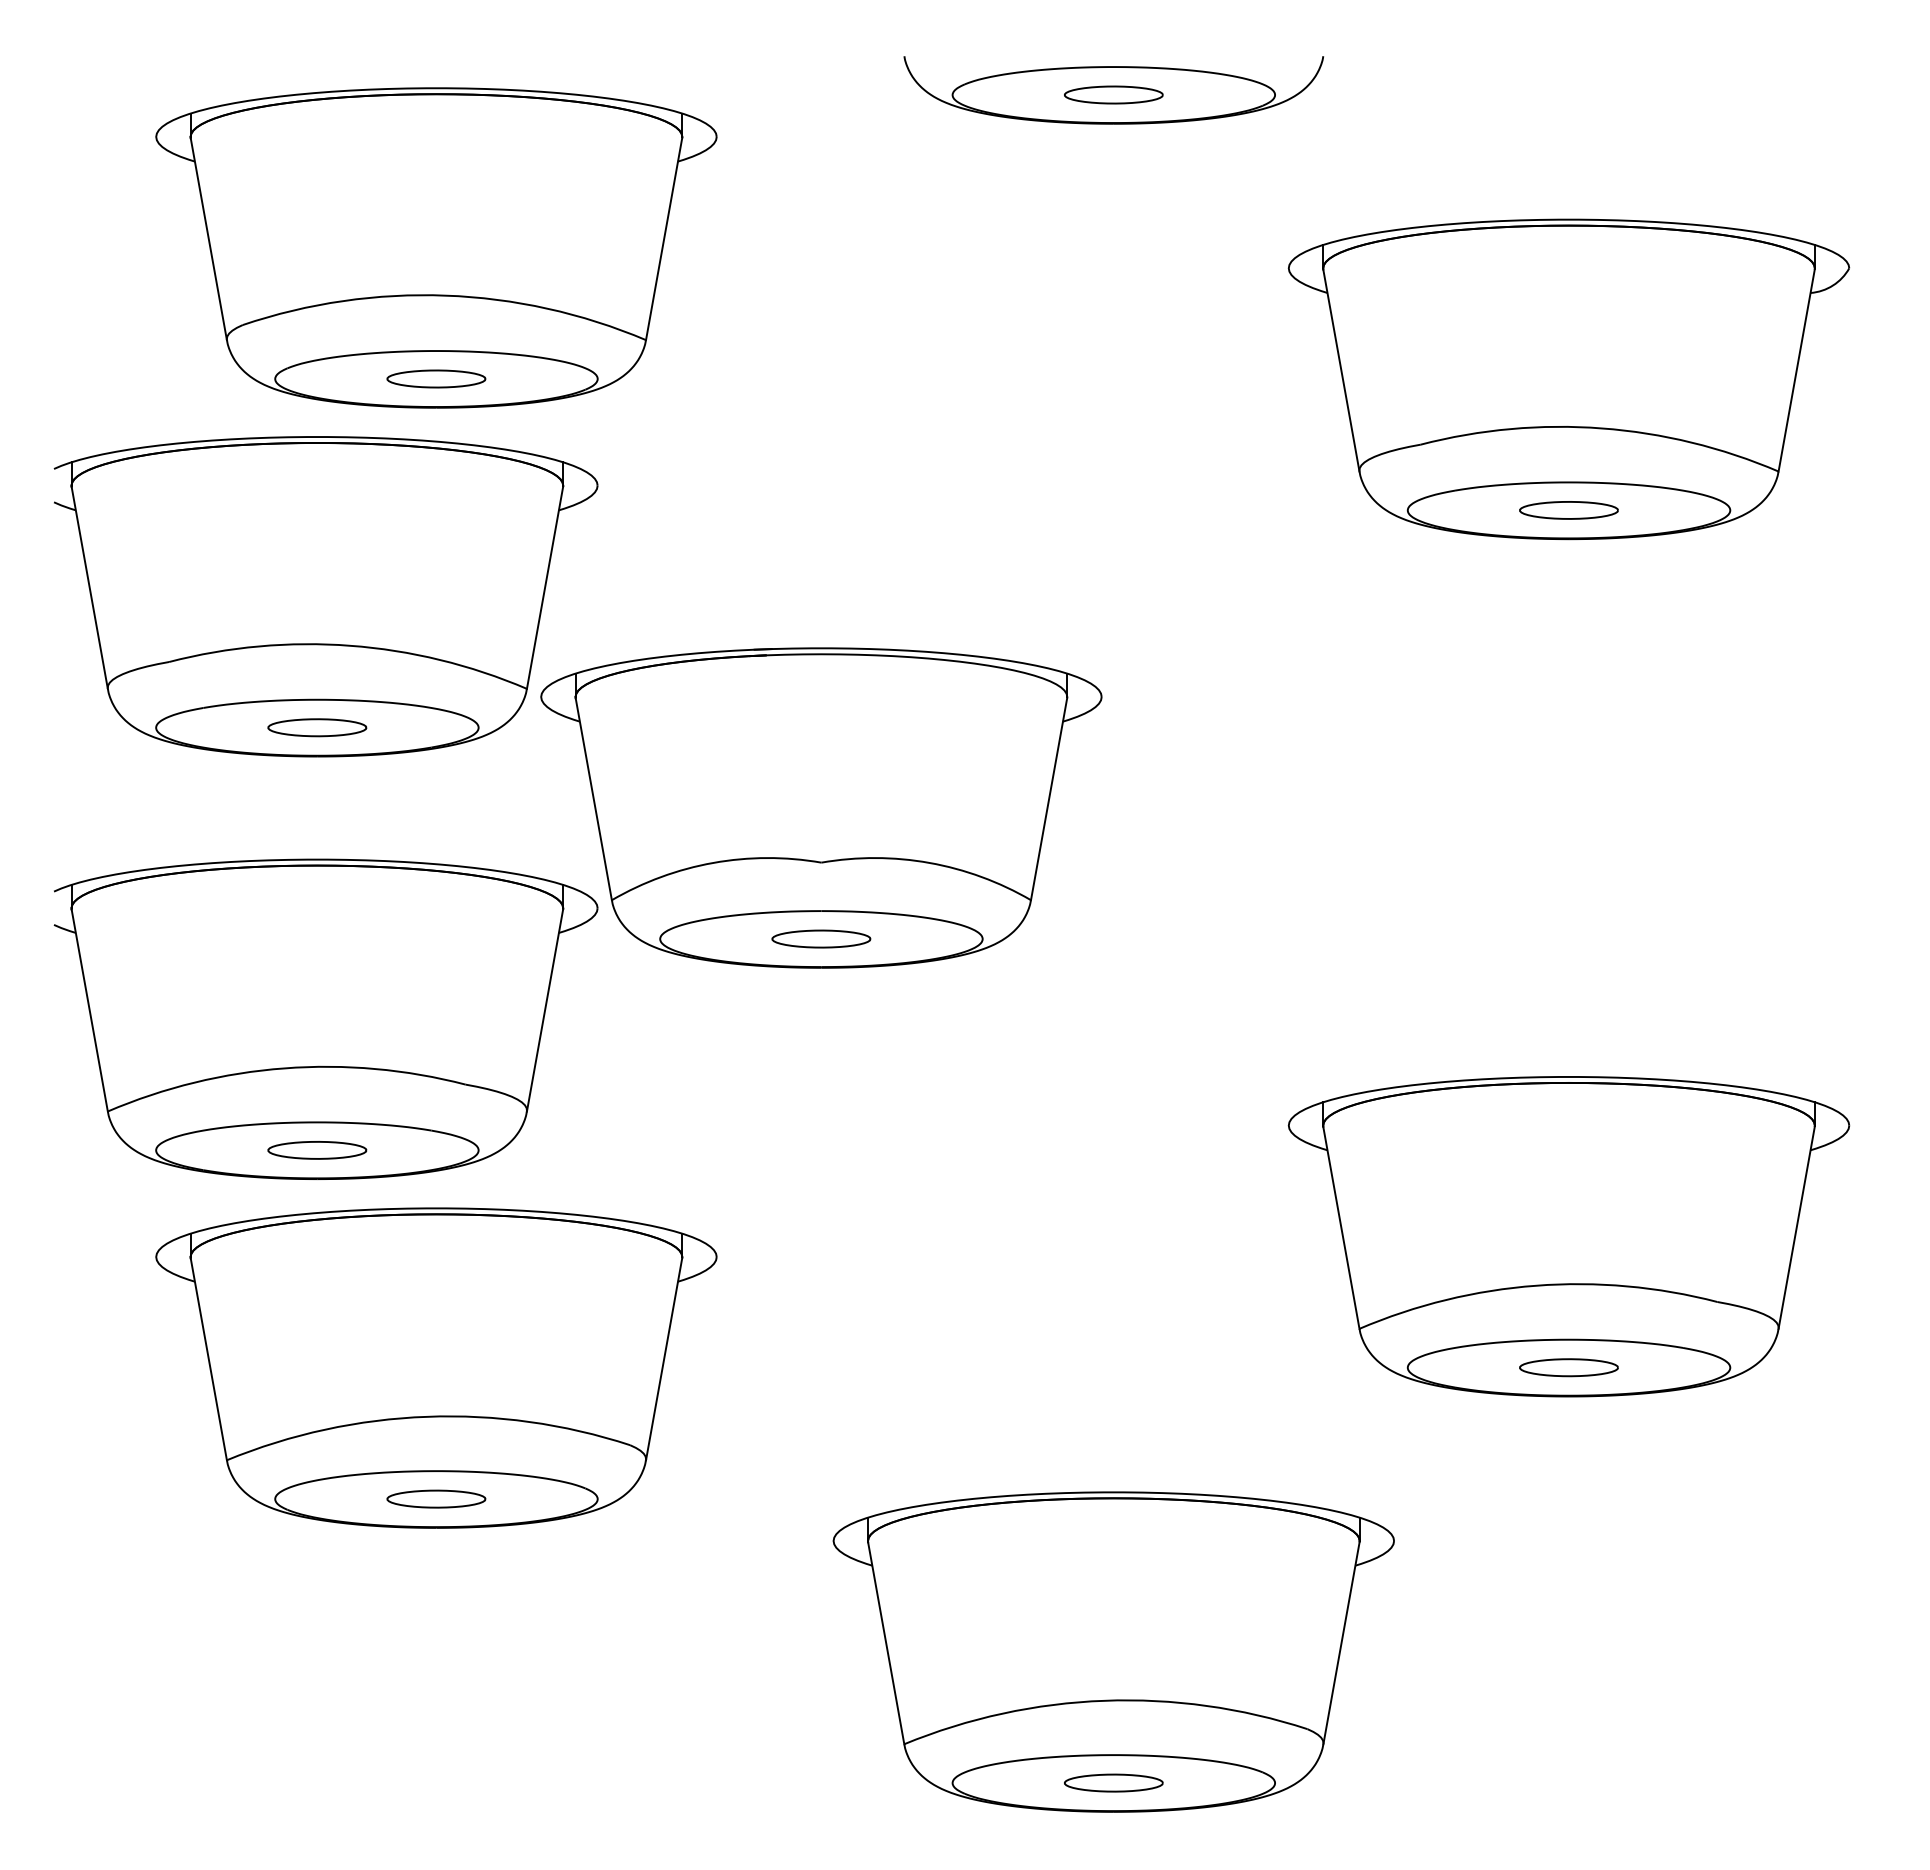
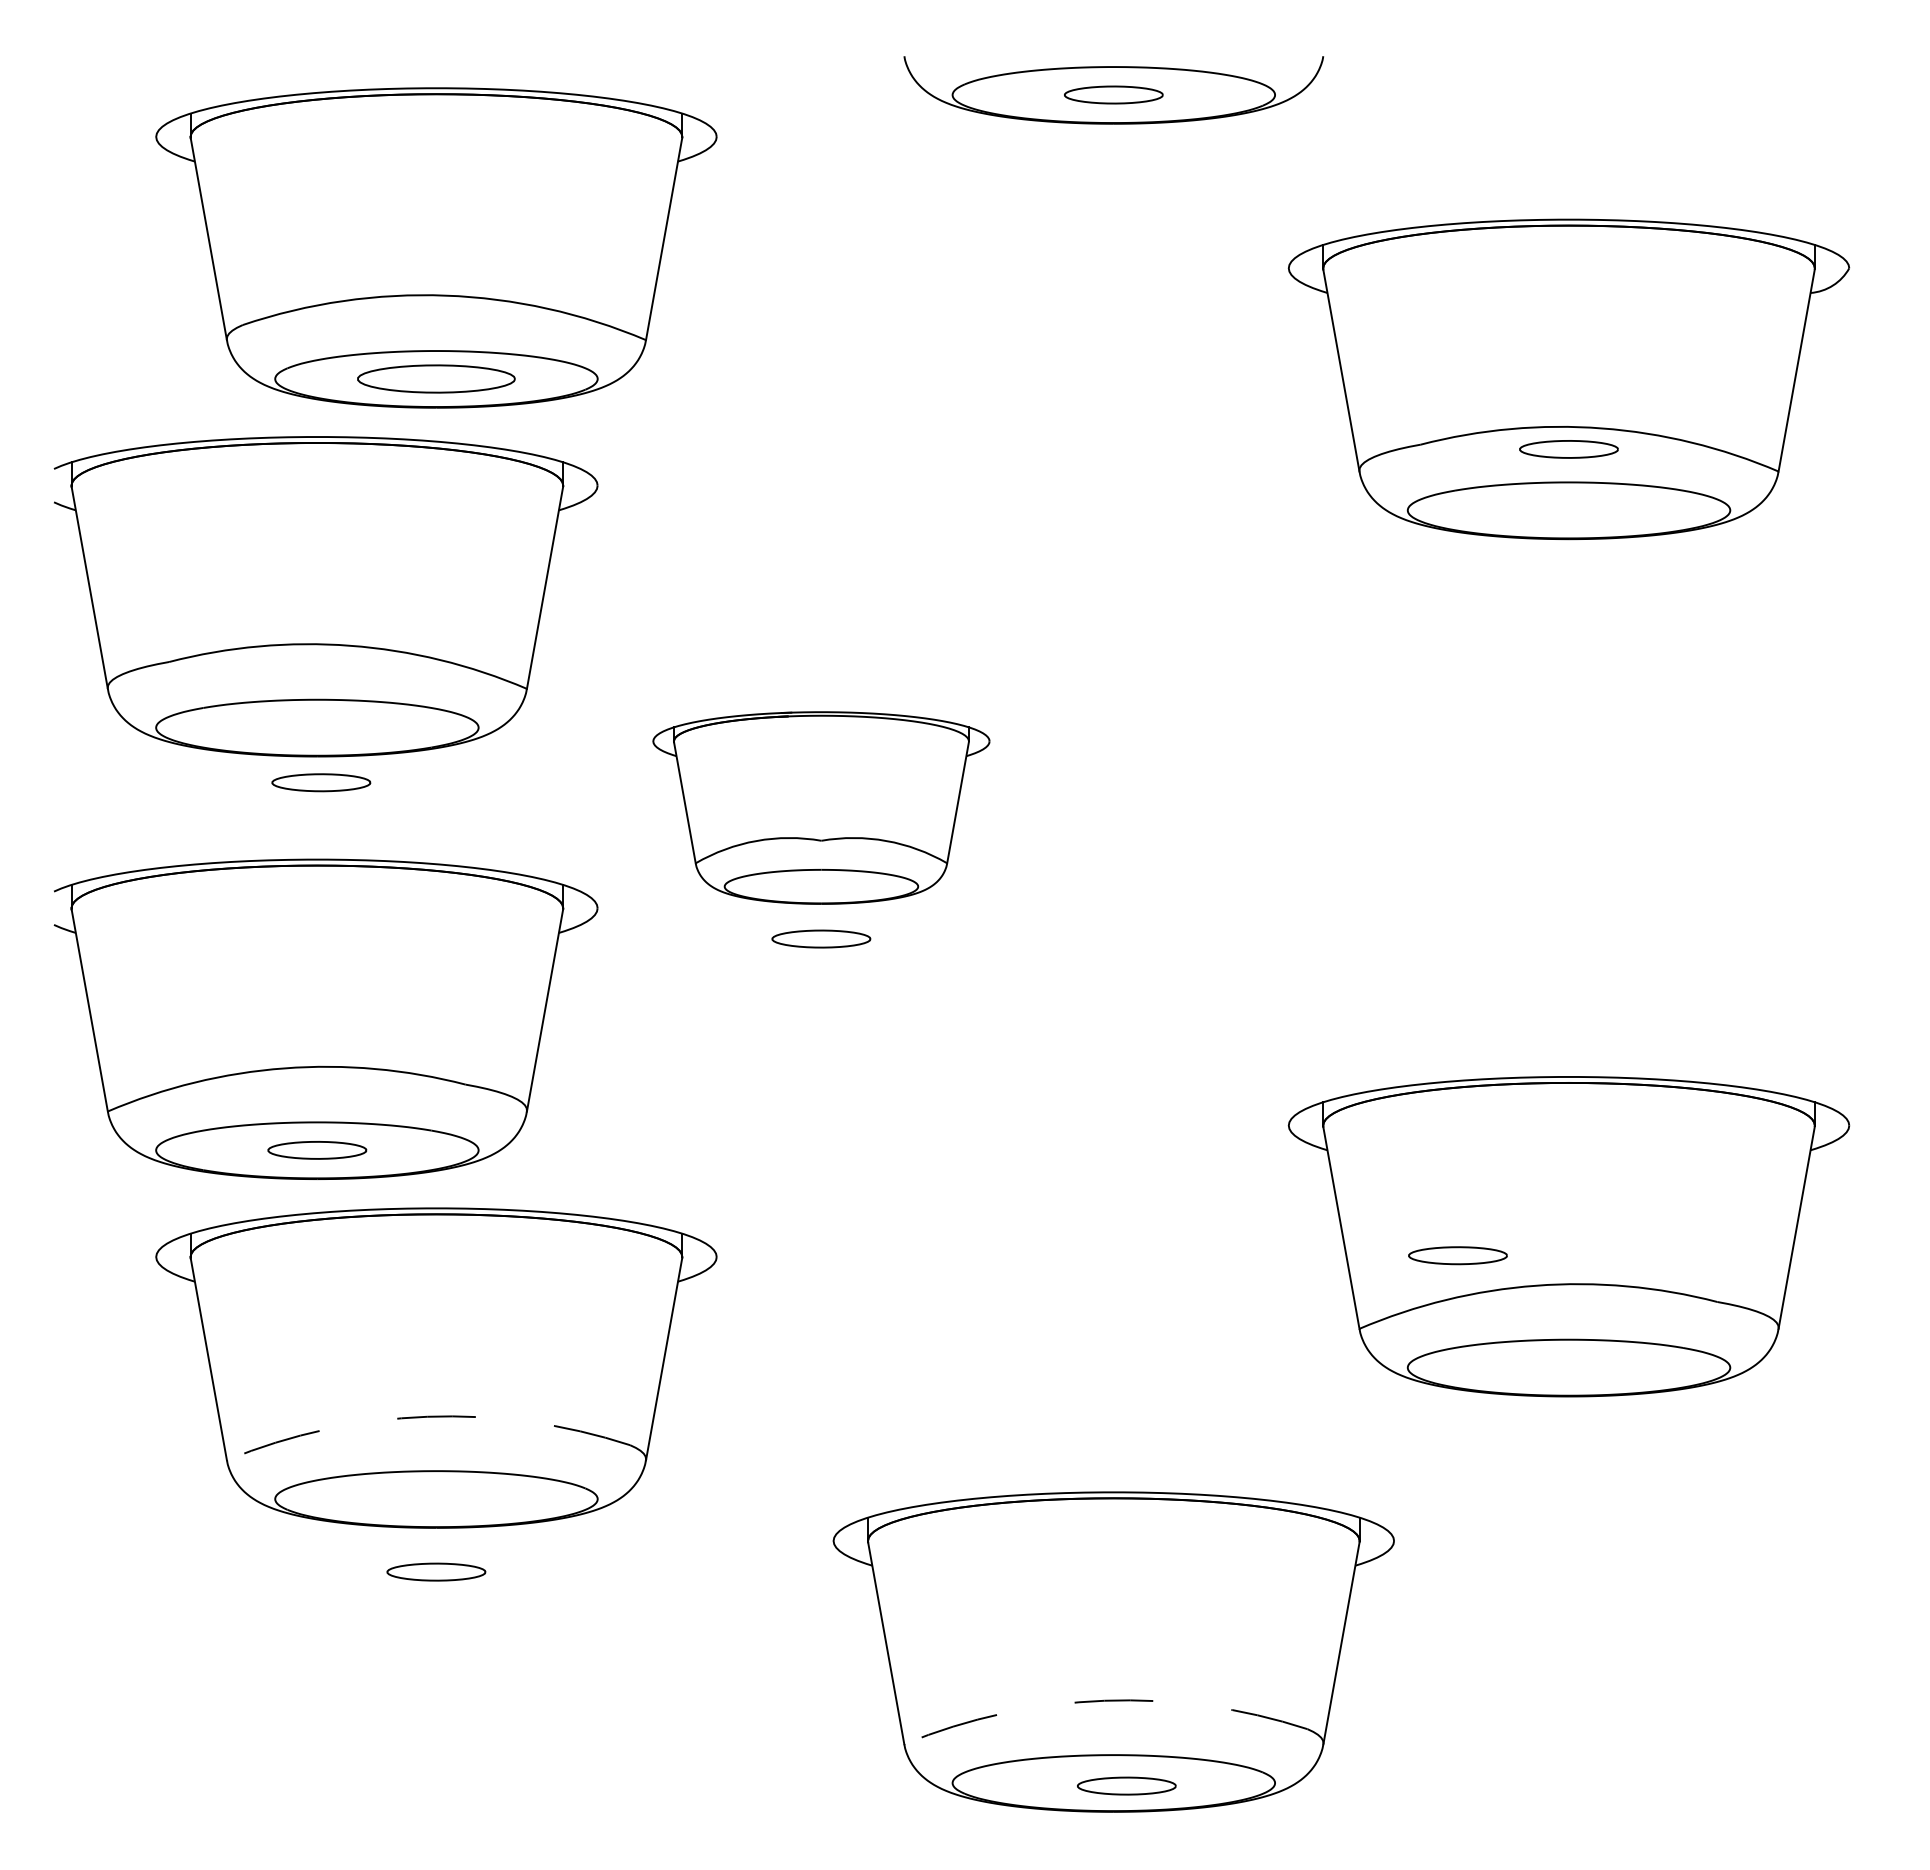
part at (436, 378) size: 101x20 px -> 159x30 px
part at (1568, 510) position: (1568, 510) -> (1568, 449)
part at (317, 727) position: (317, 727) -> (321, 782)
part at (821, 807) size: 563x322 px -> 339x194 px
part at (1568, 1367) position: (1568, 1367) -> (1457, 1255)
arc at (427, 1416): solid -> dashed
part at (436, 1498) position: (436, 1498) -> (436, 1571)
arc at (1104, 1700): solid -> dashed
part at (1113, 1782) position: (1113, 1782) -> (1126, 1785)
